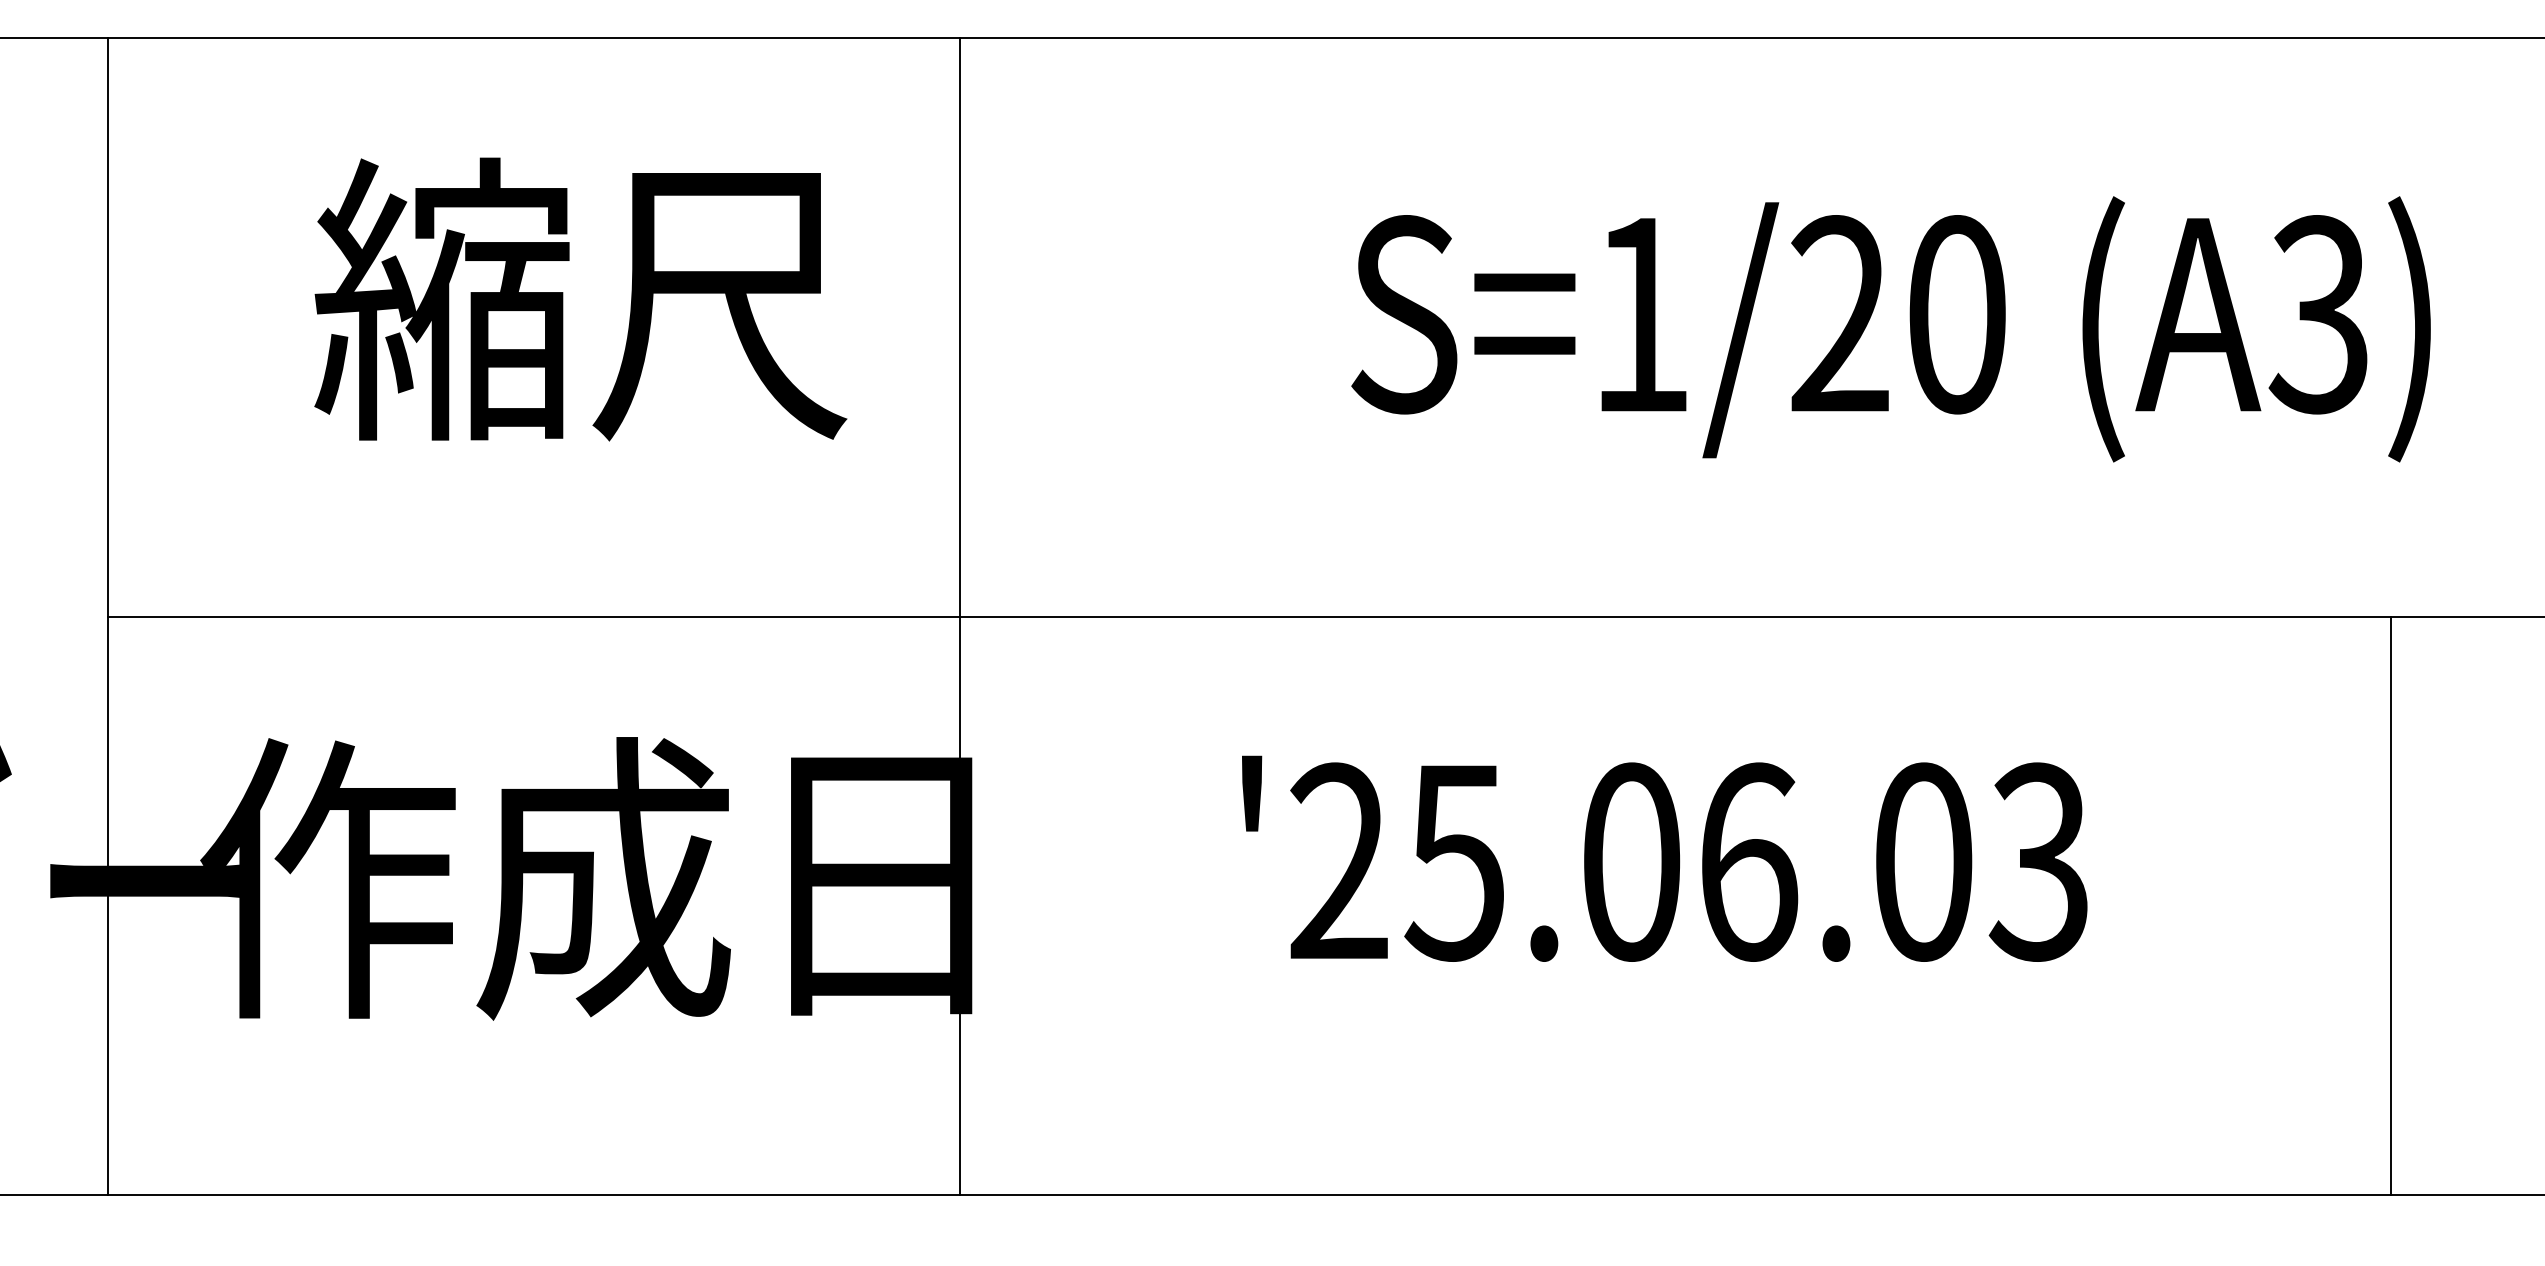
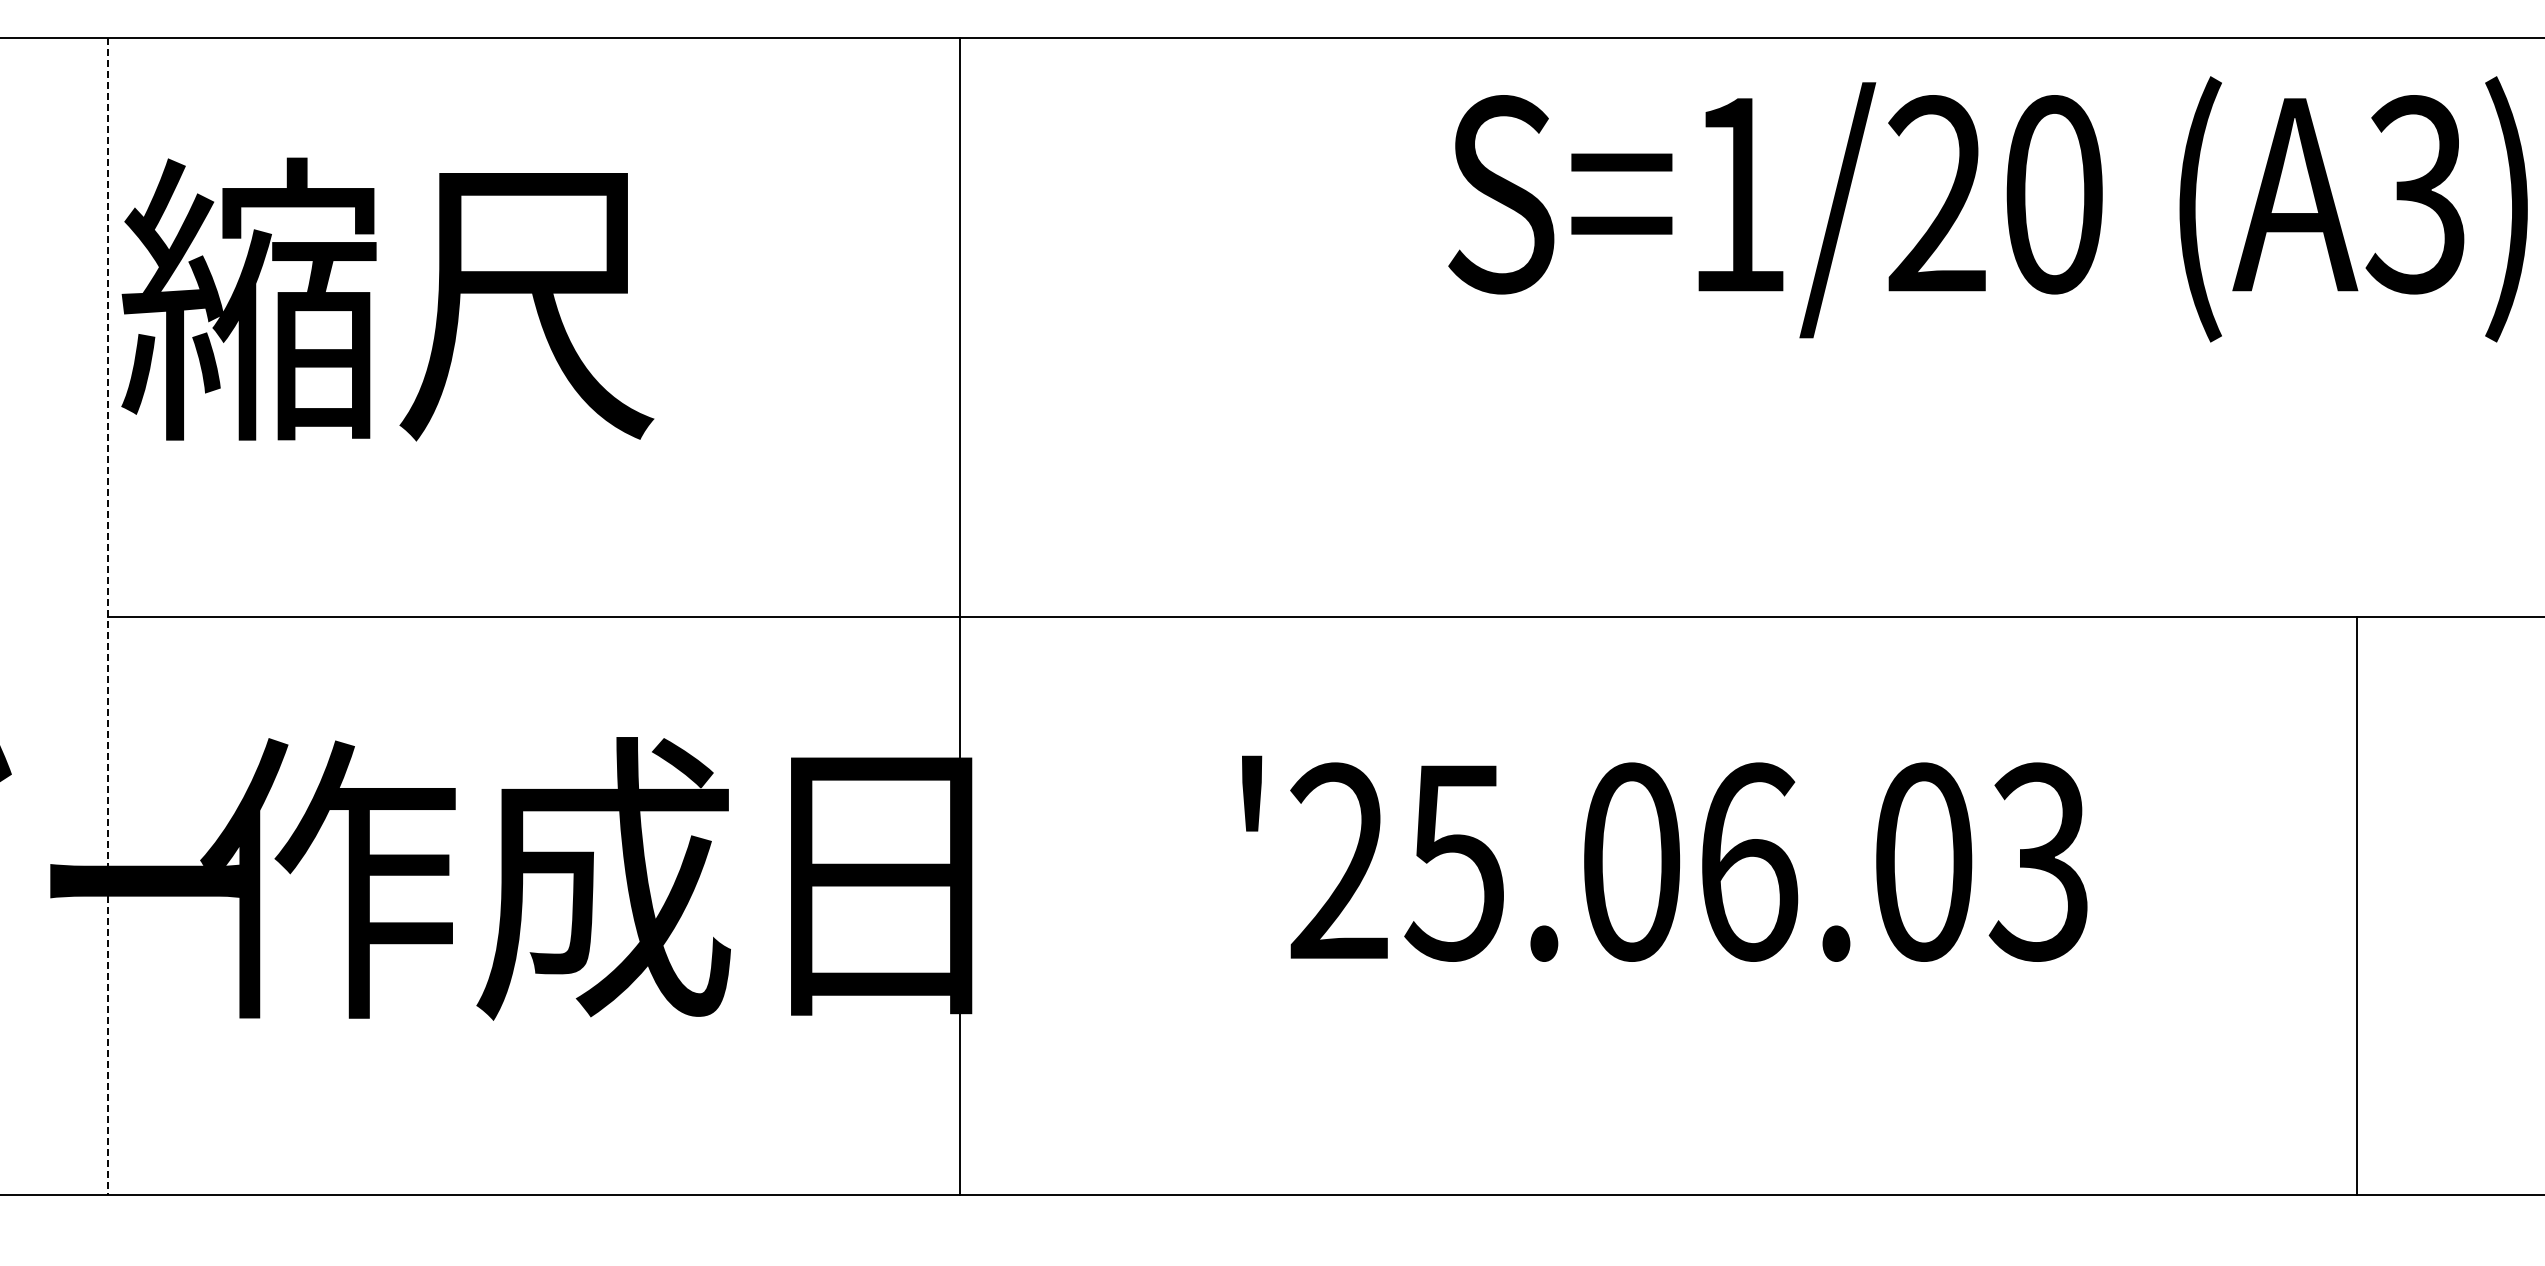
text at (580, 299) position: (580, 299) -> (387, 299)
text at (1890, 329) position: (1890, 329) -> (1987, 209)
line at (108, 617): solid -> dashed
line at (2391, 905) position: (2391, 905) -> (2357, 905)
